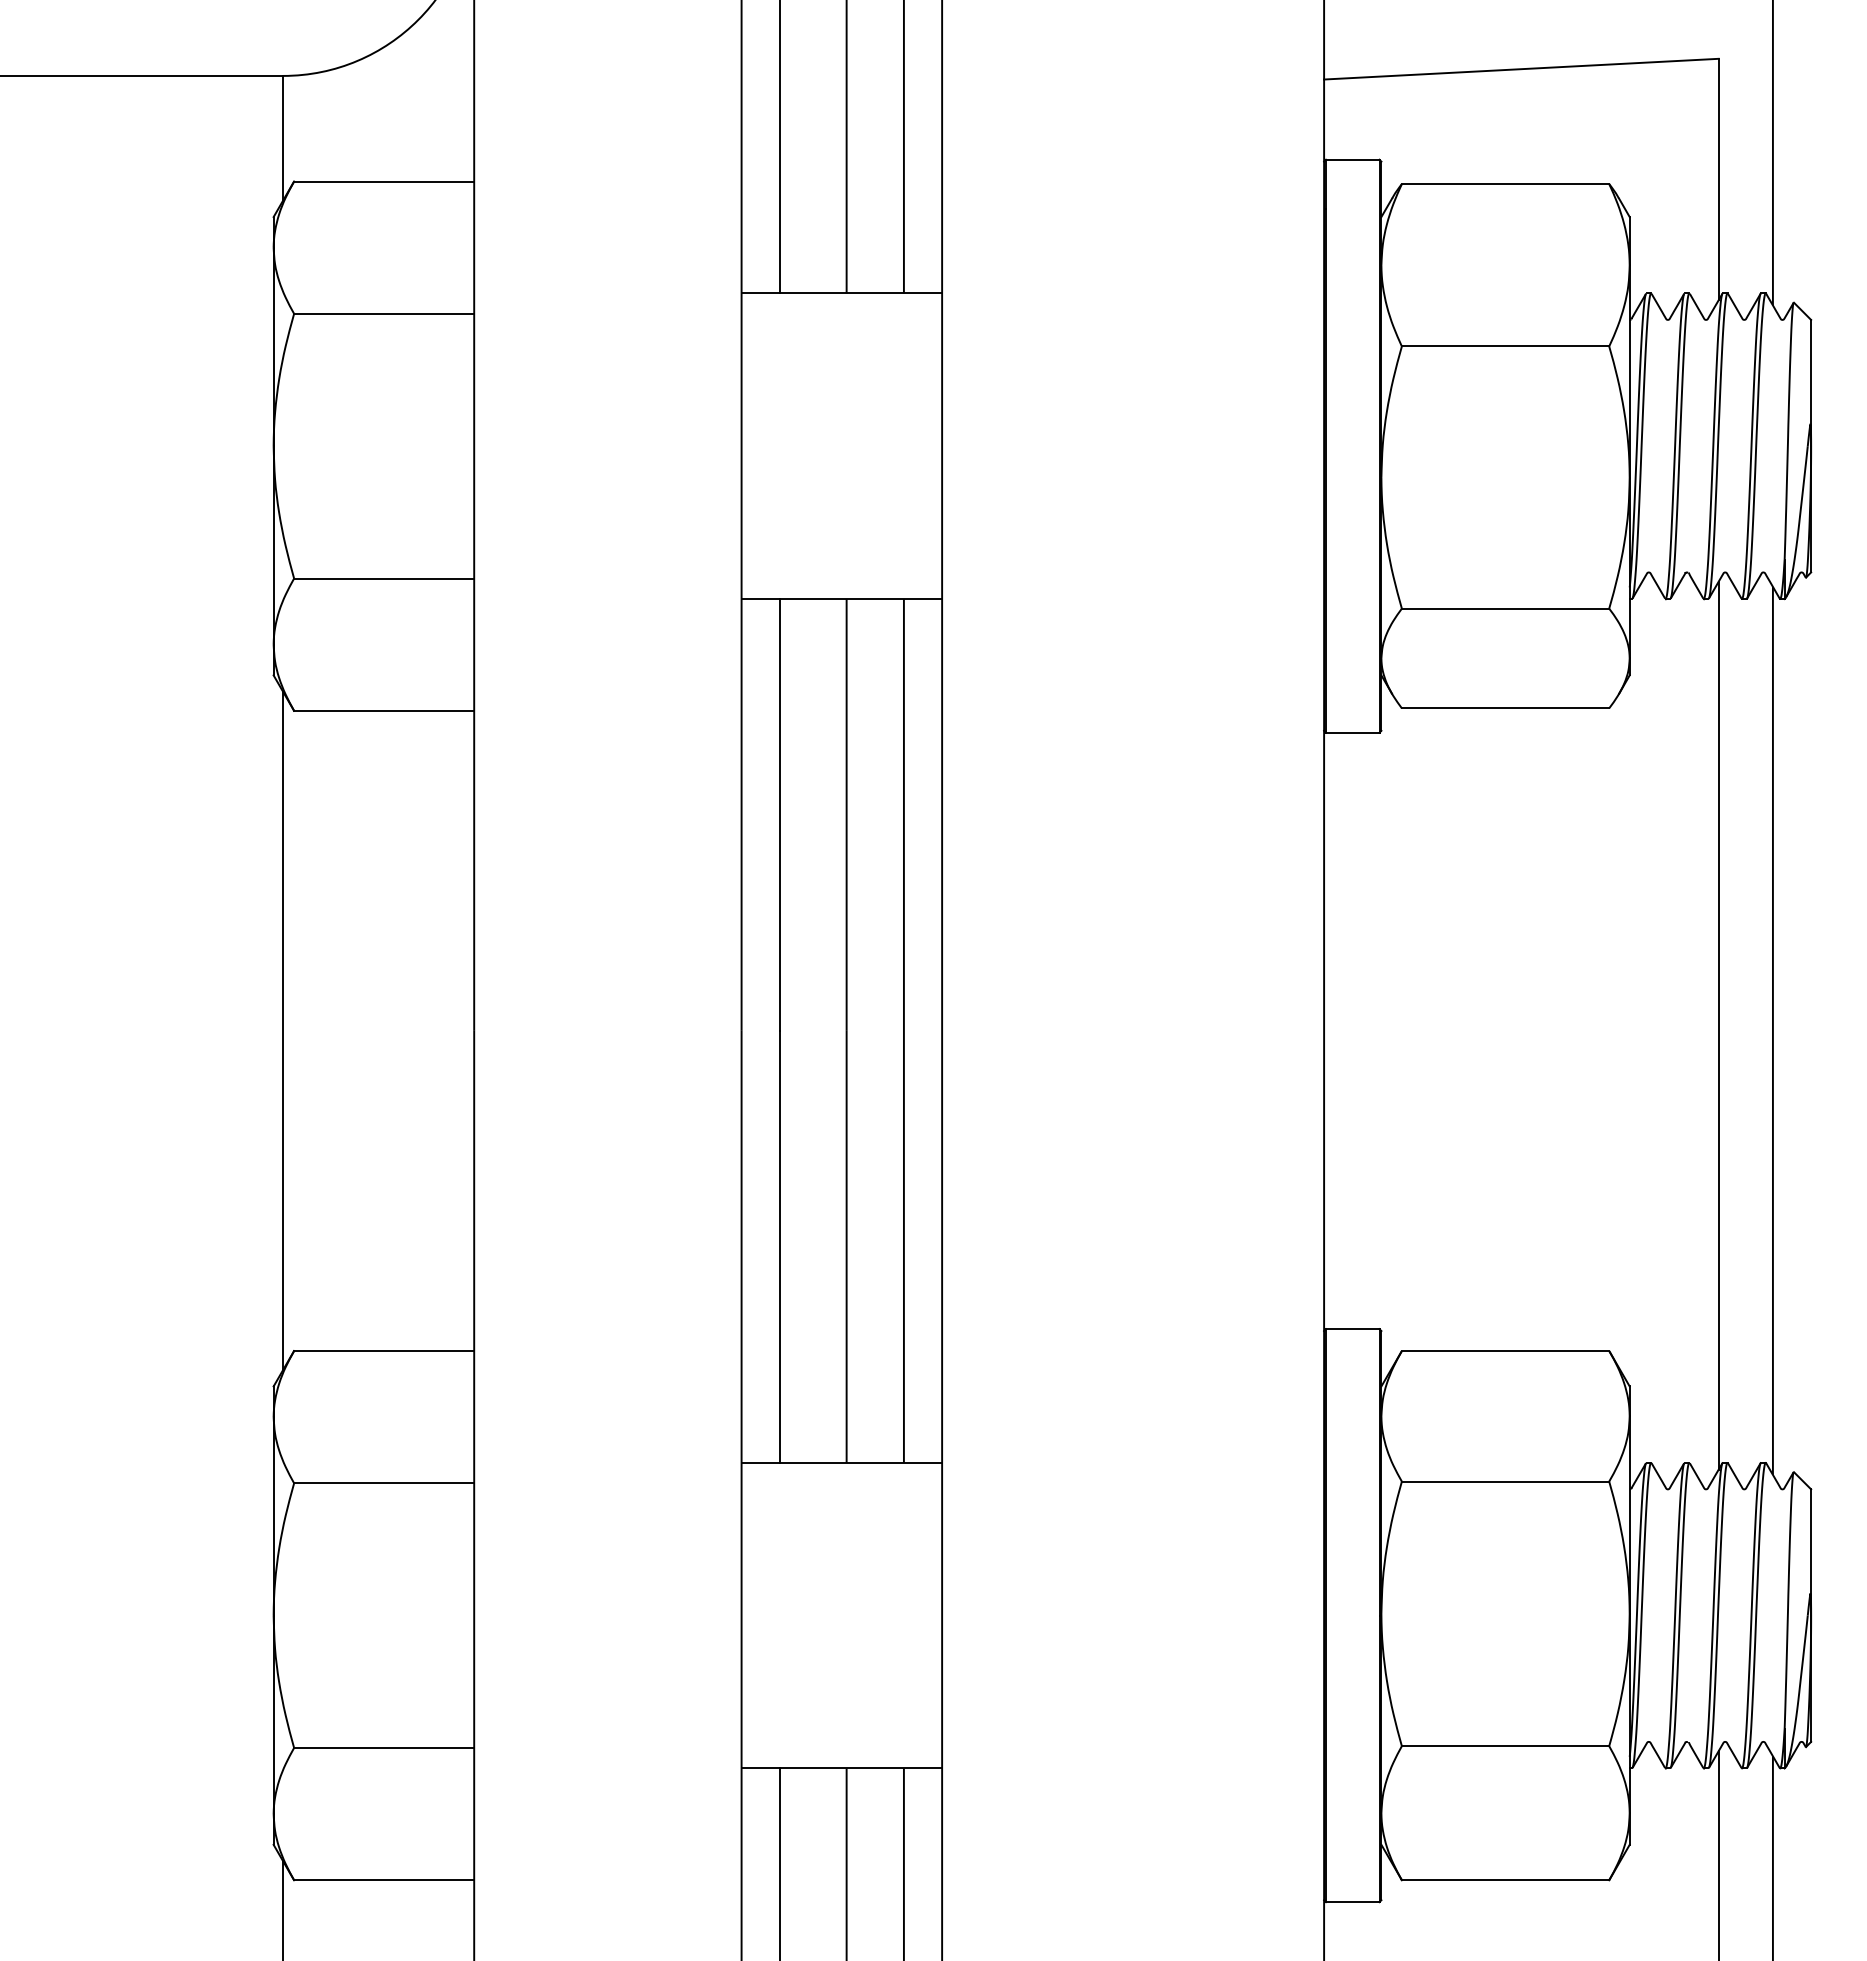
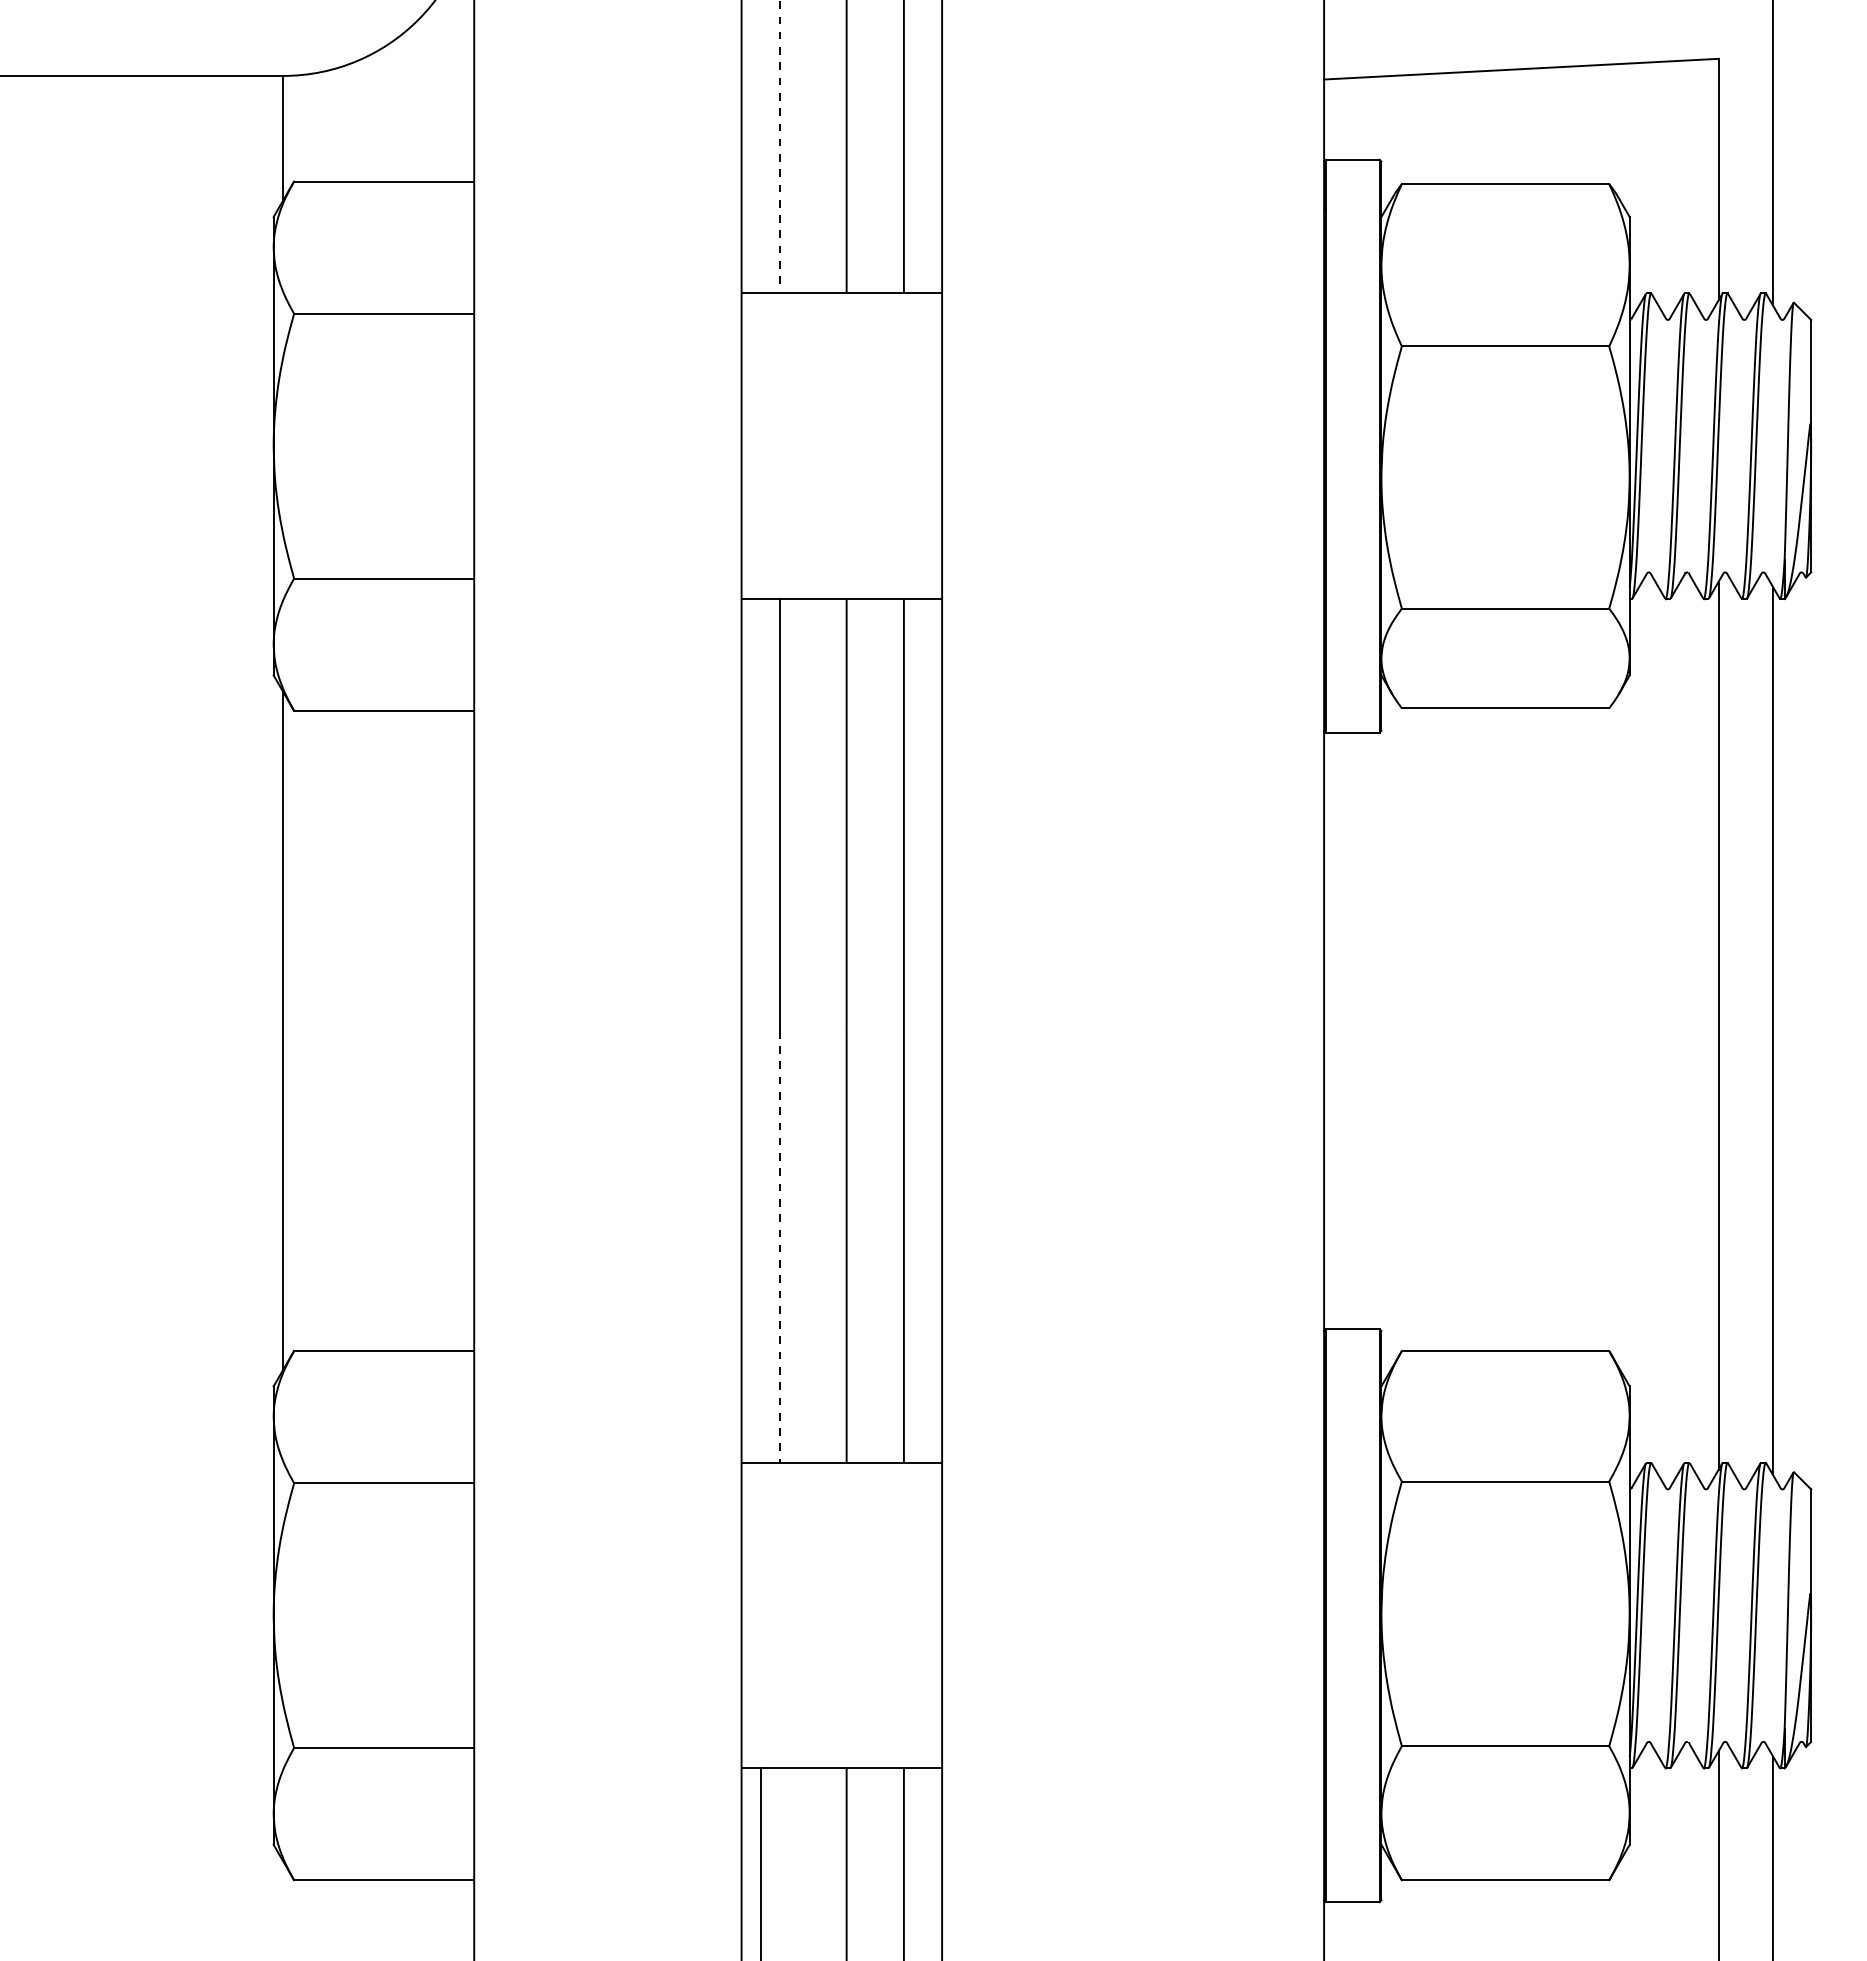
line at (779, 147): solid -> dashed
line at (779, 1246): solid -> dashed
line at (779, 1862) position: (779, 1862) -> (760, 1862)
line at (283, 1909): present -> none
